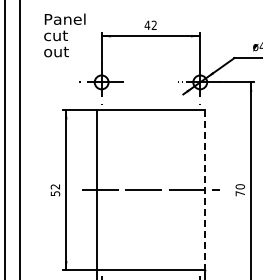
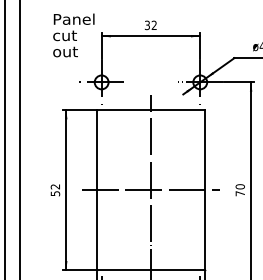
text at (147, 25): 42 -> 32
text at (64, 35) position: (64, 35) -> (73, 35)
line at (150, 185): none -> present
line at (204, 190): dashed -> solid
